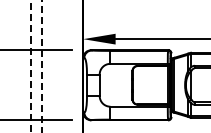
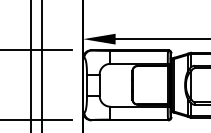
line at (31, 66): dashed -> solid
line at (41, 66): dashed -> solid
